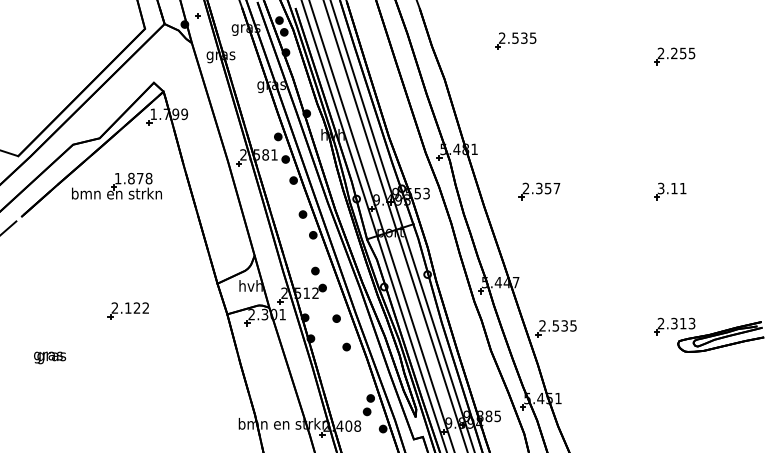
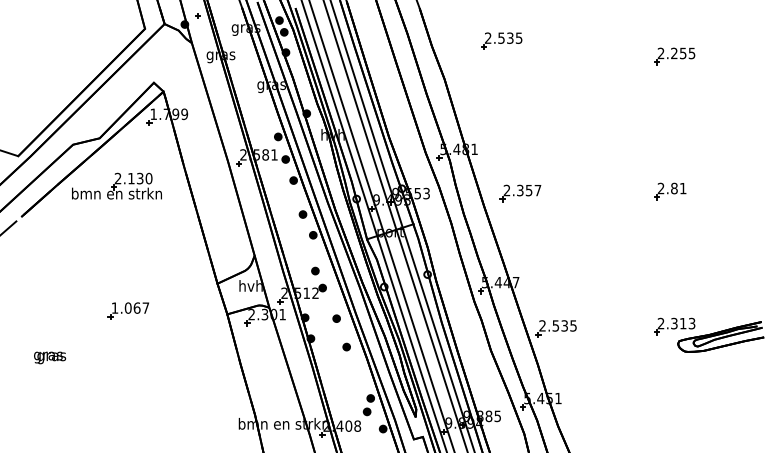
part at (515, 40) position: (515, 40) -> (501, 40)
text at (133, 178): 1.878 -> 2.130
text at (667, 188): 3.11 -> 2.81
part at (539, 191) position: (539, 191) -> (520, 193)
text at (130, 307): 2.122 -> 1.067
